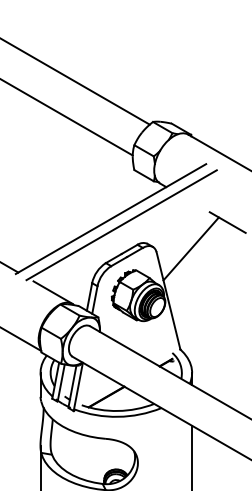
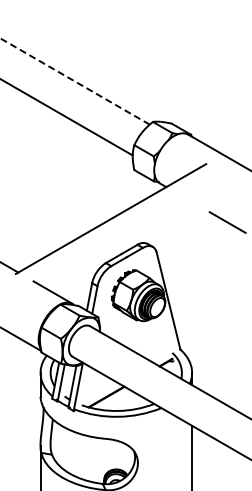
line at (74, 81): solid -> dashed
line at (121, 225): present -> none
line at (190, 248): present -> none
